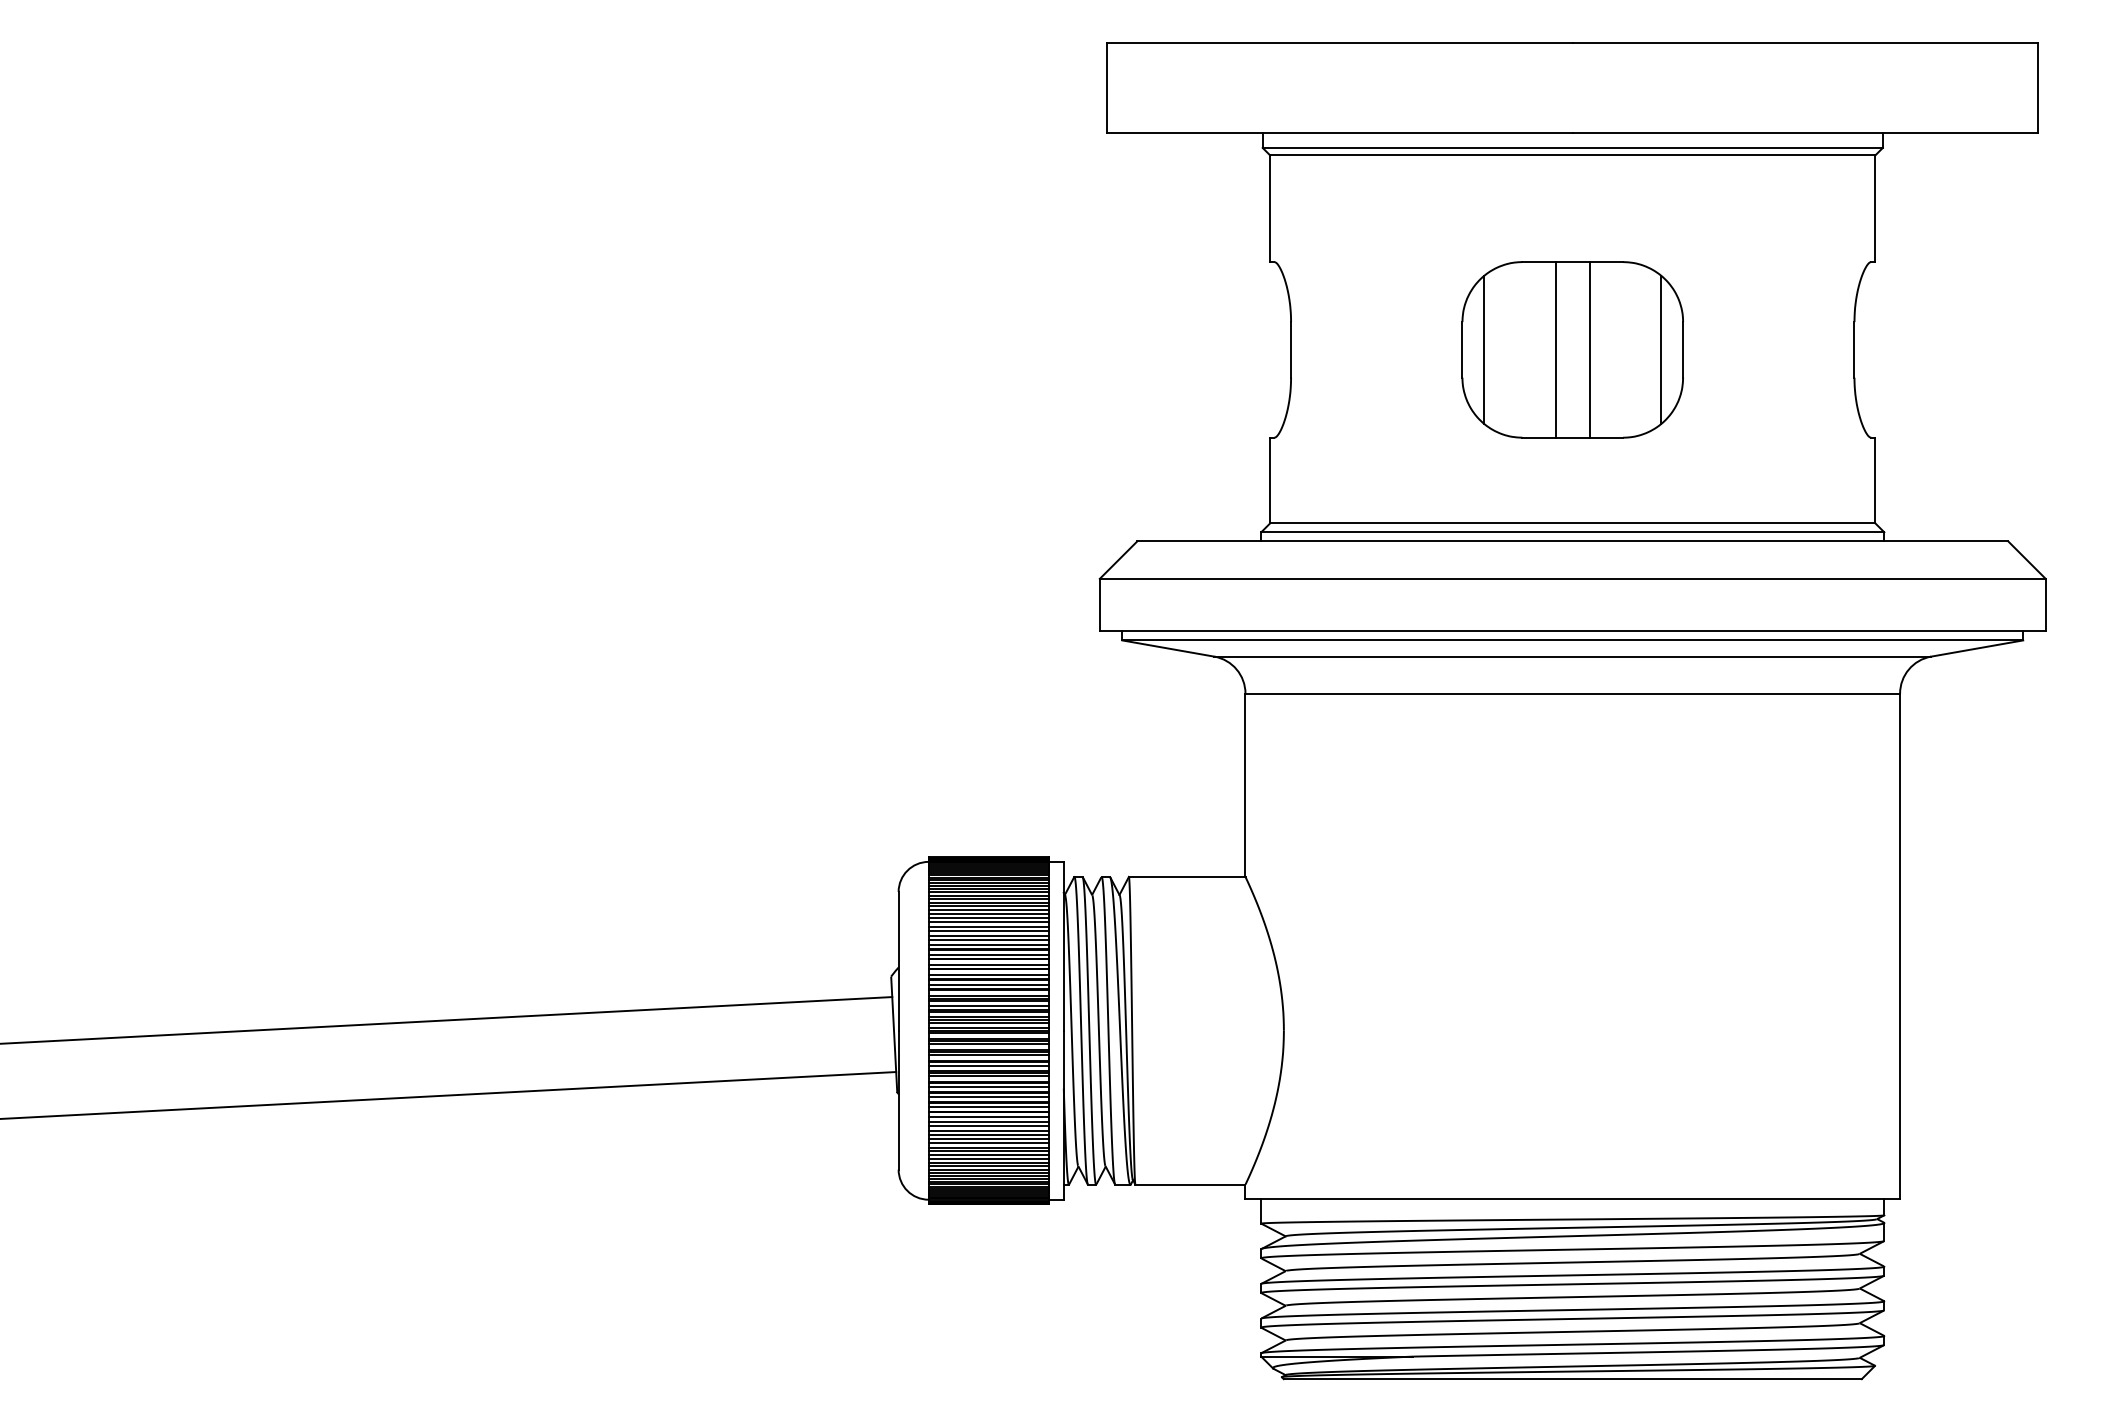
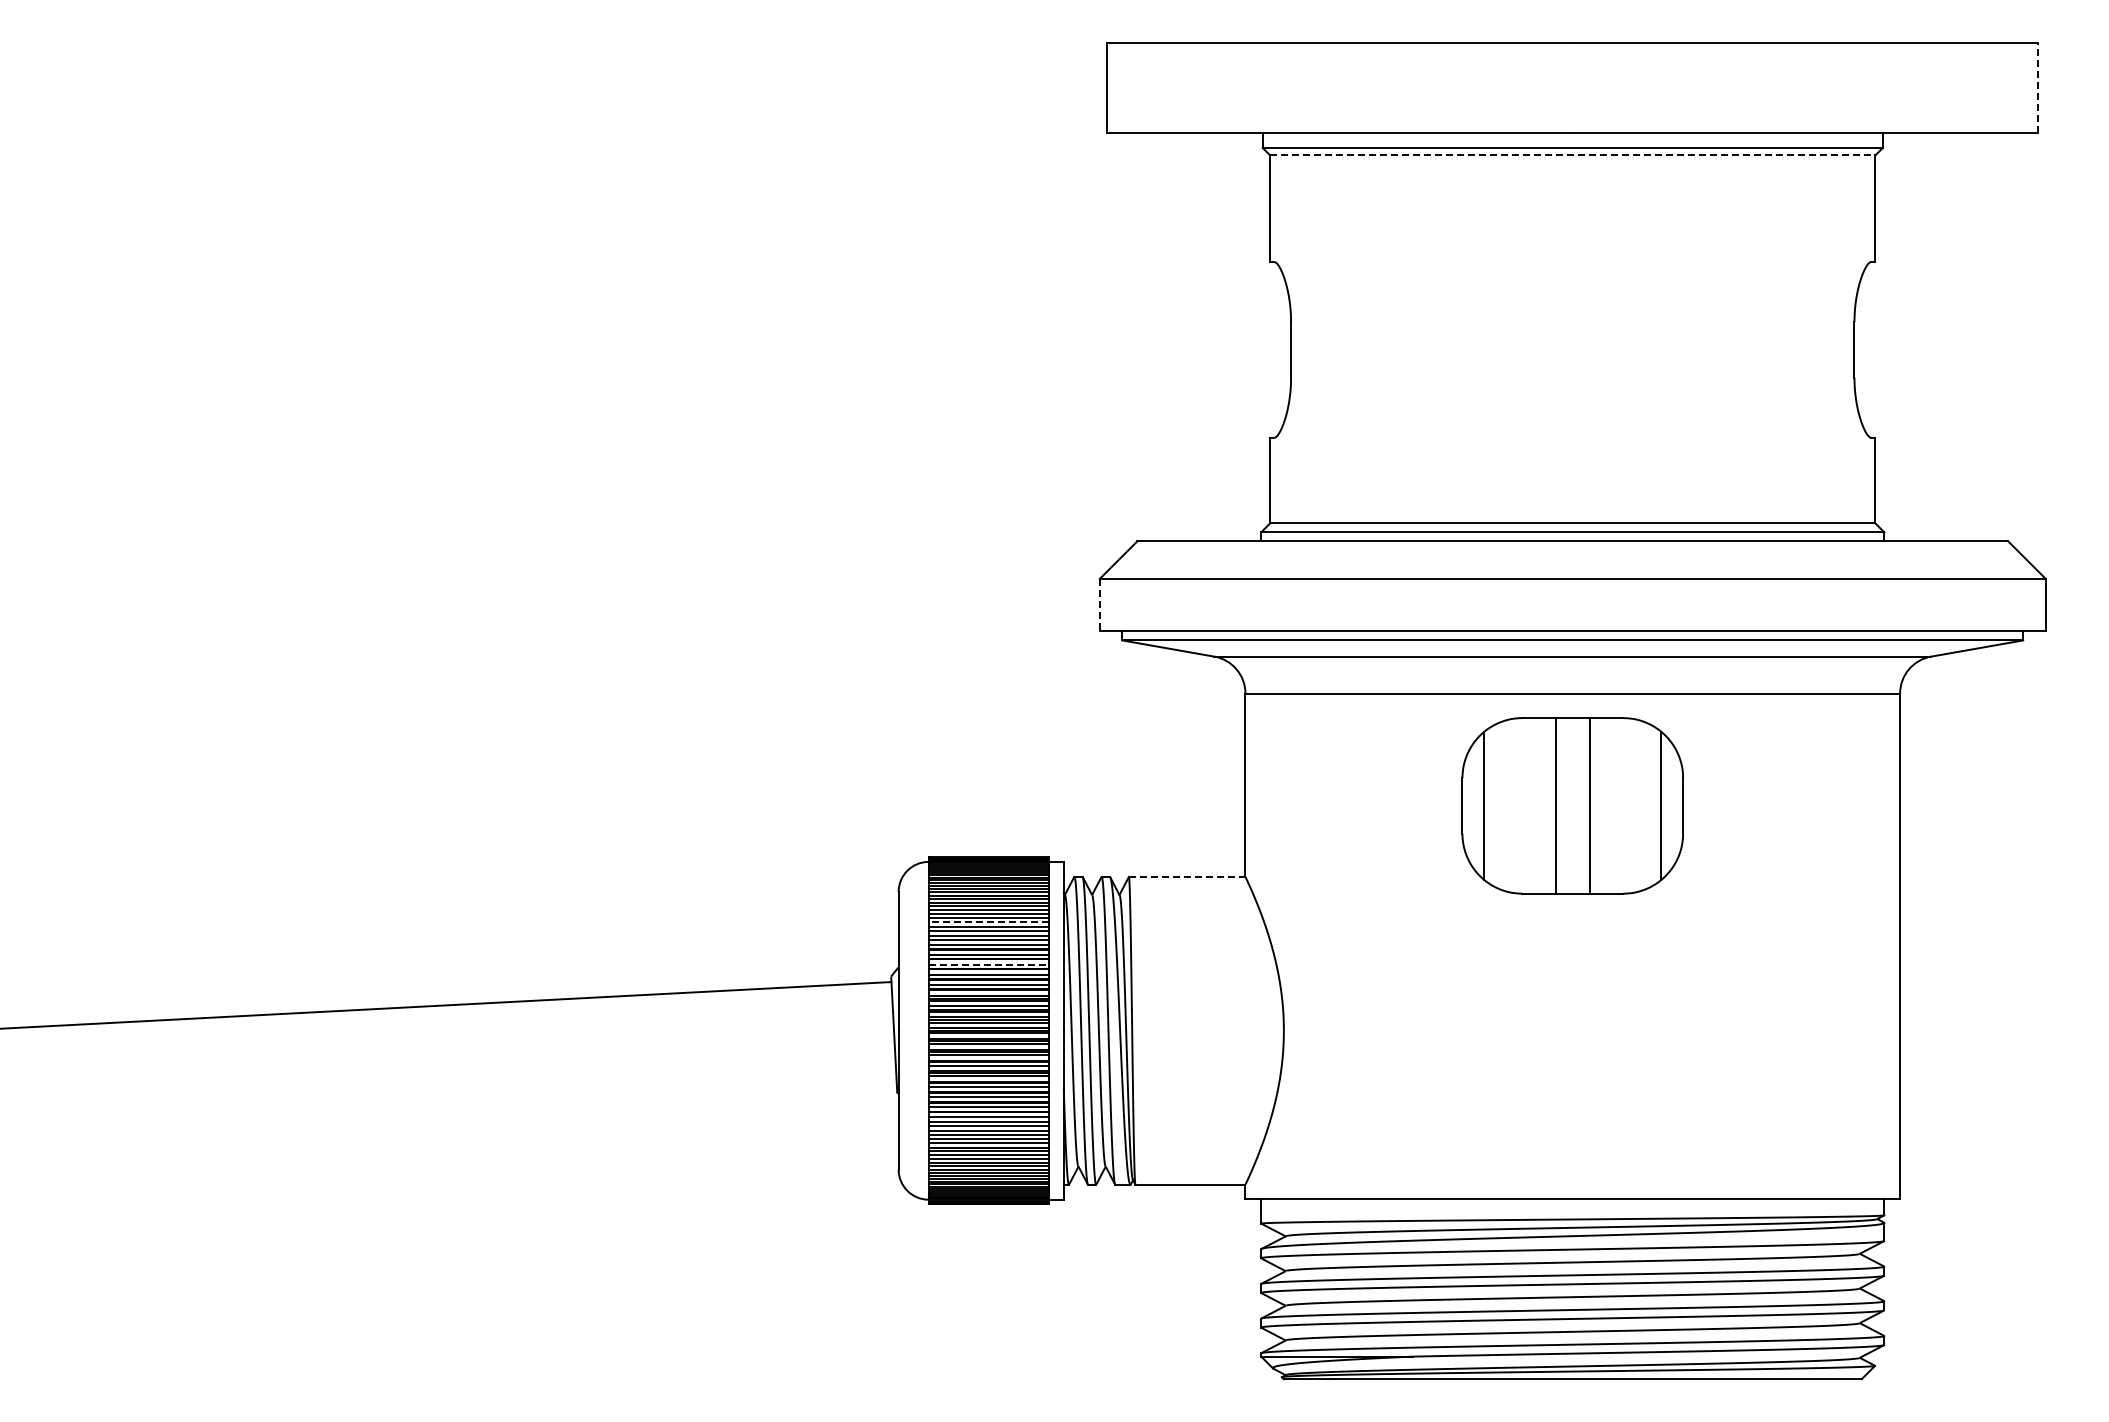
line at (2038, 87): solid -> dashed
line at (1572, 155): solid -> dashed
part at (1572, 349) position: (1572, 349) -> (1572, 805)
line at (1099, 605): solid -> dashed
line at (1186, 876): solid -> dashed
line at (988, 922): solid -> dashed
line at (989, 964): solid -> dashed
line at (447, 1020) position: (447, 1020) -> (446, 1005)
line at (449, 1095): present -> none
